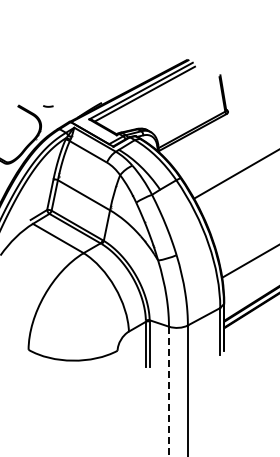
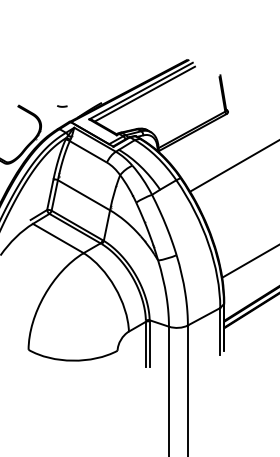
curve at (48, 106) position: (48, 106) -> (62, 106)
line at (235, 174) position: (235, 174) -> (233, 166)
line at (168, 391): dashed -> solid
